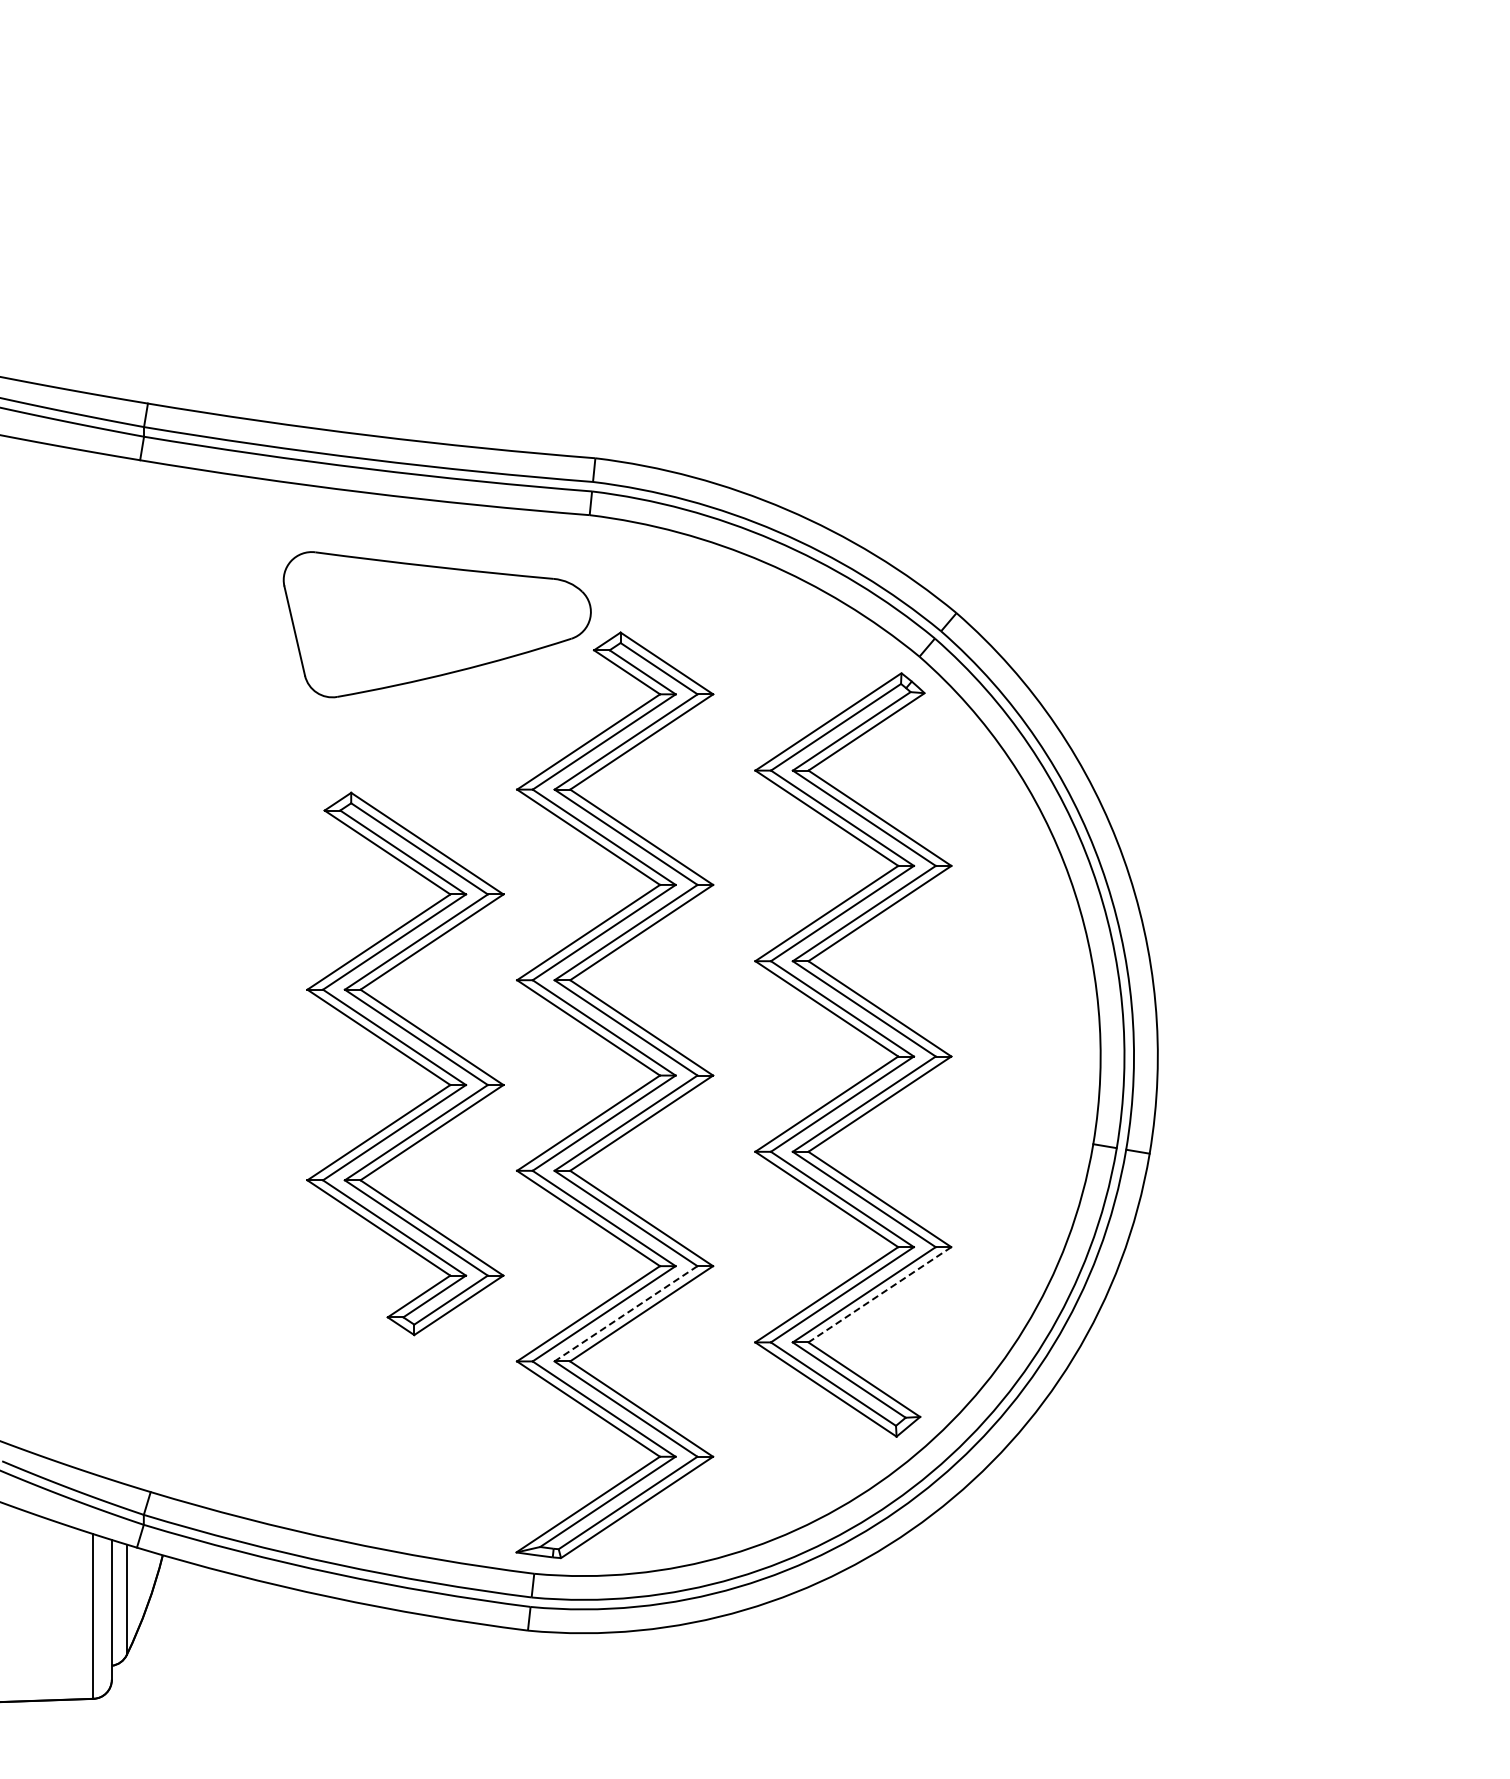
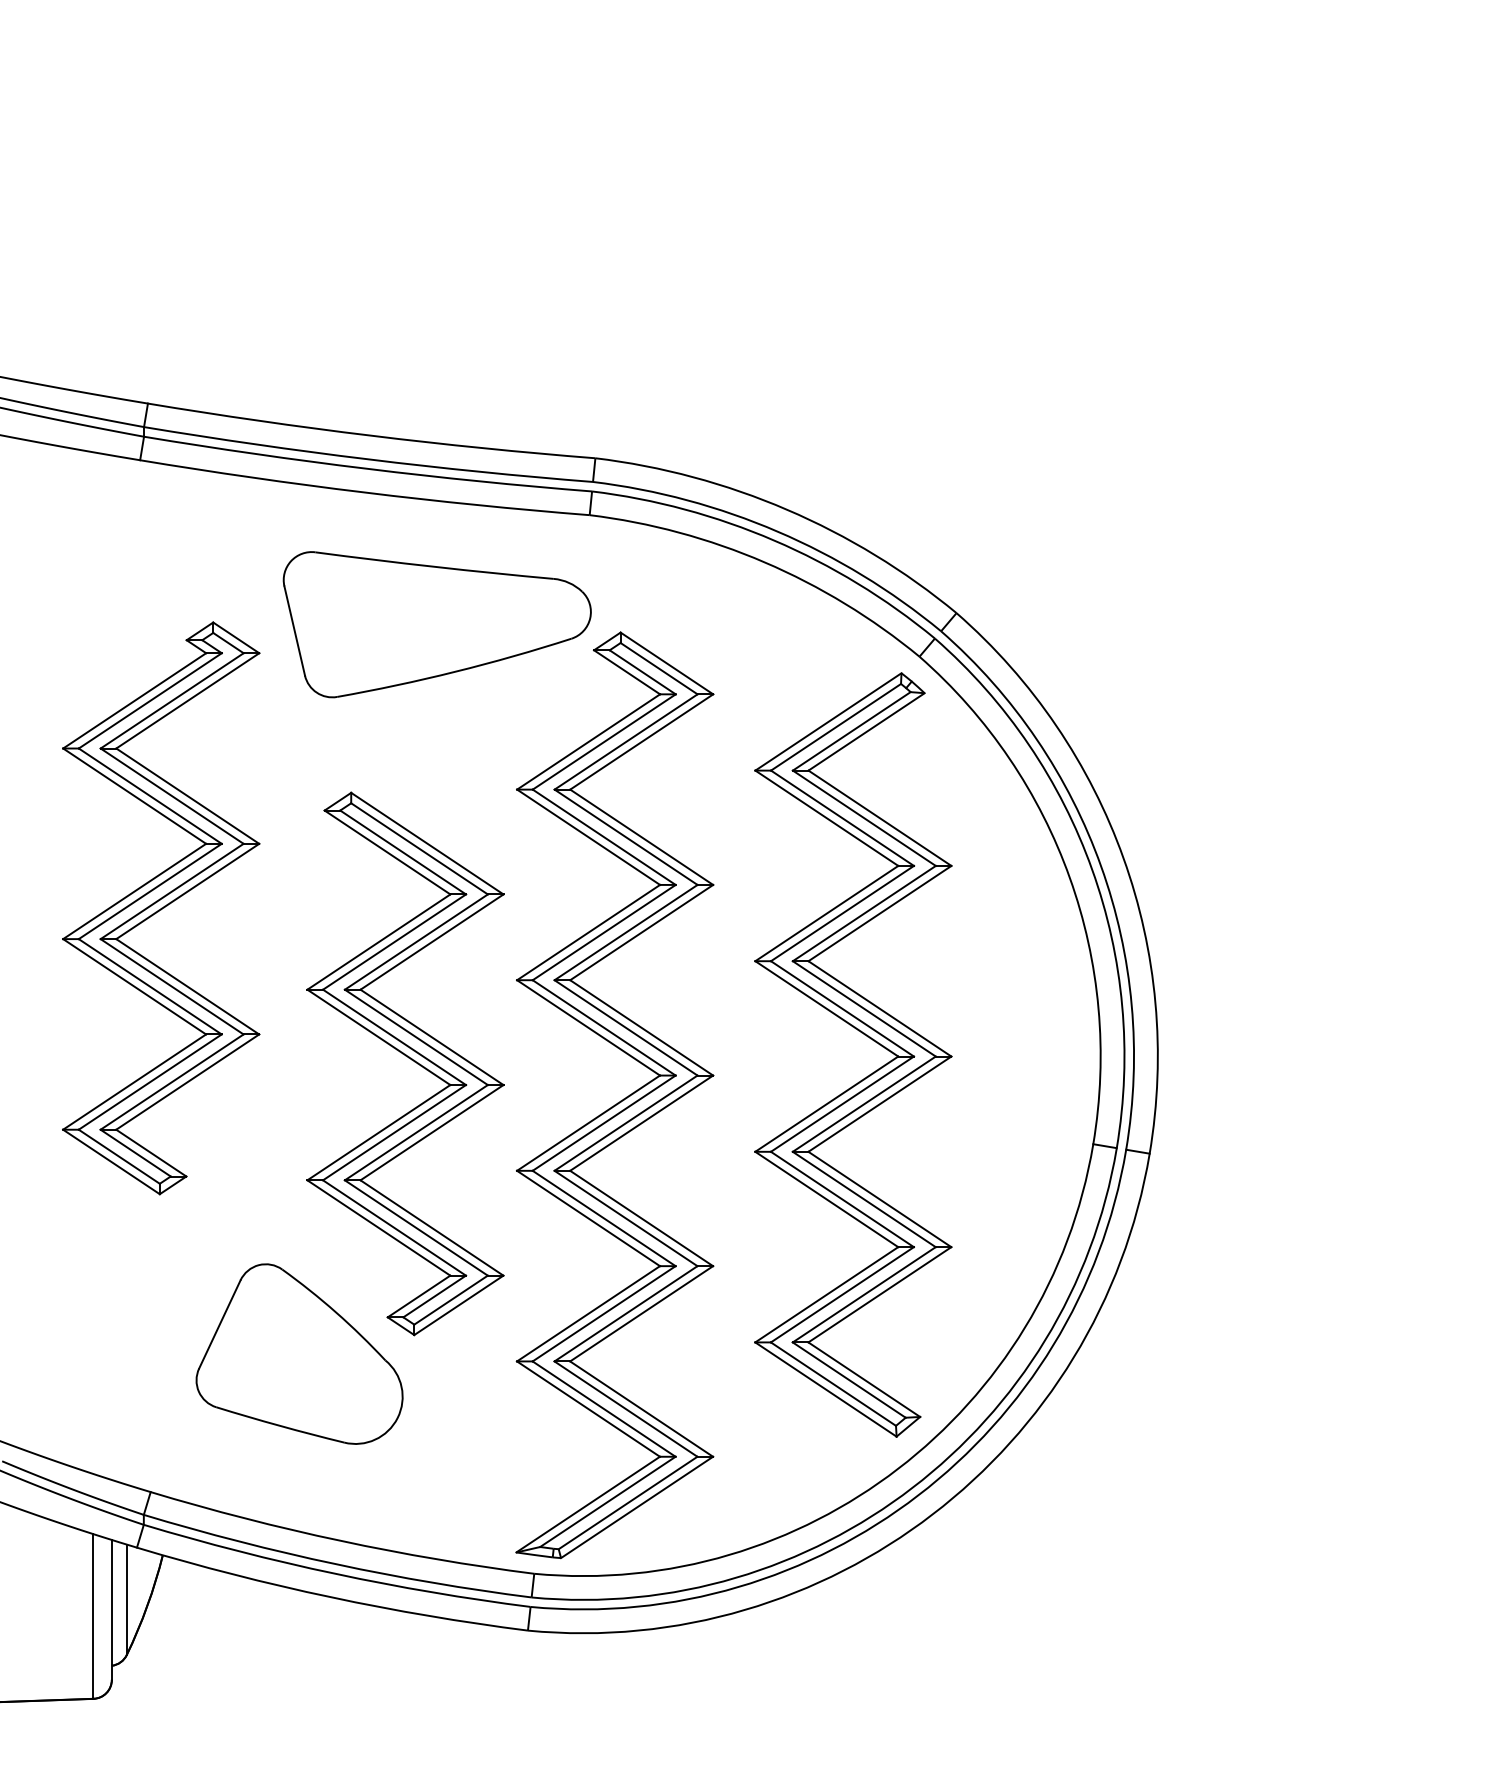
part at (161, 908): none -> present
line at (879, 1294): dashed -> solid
line at (626, 1313): dashed -> solid
part at (299, 1353): none -> present
